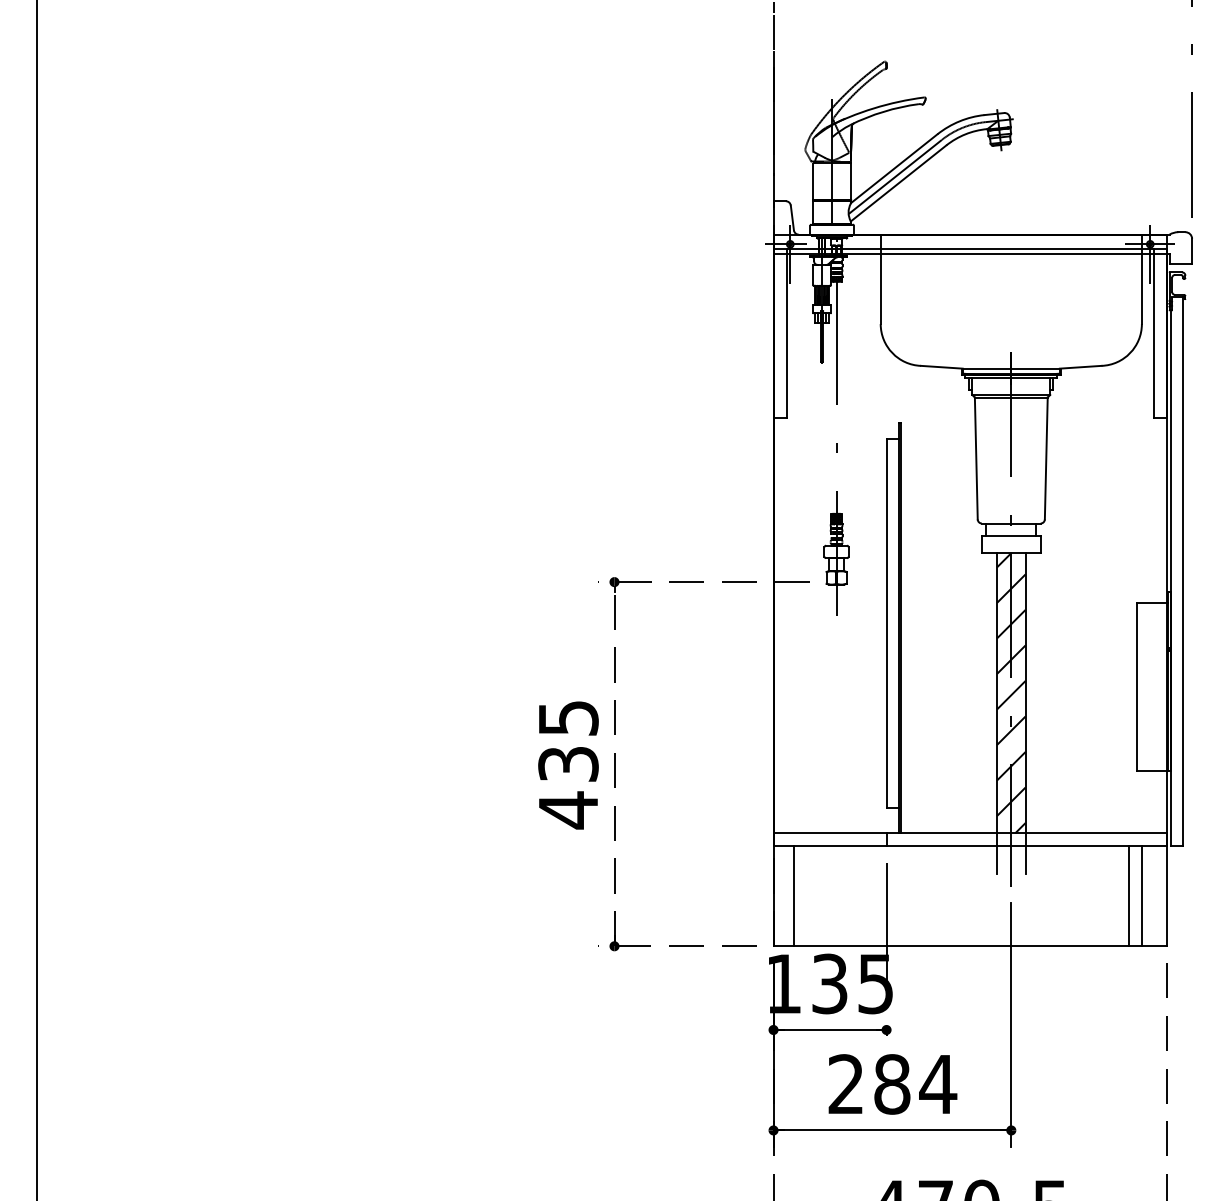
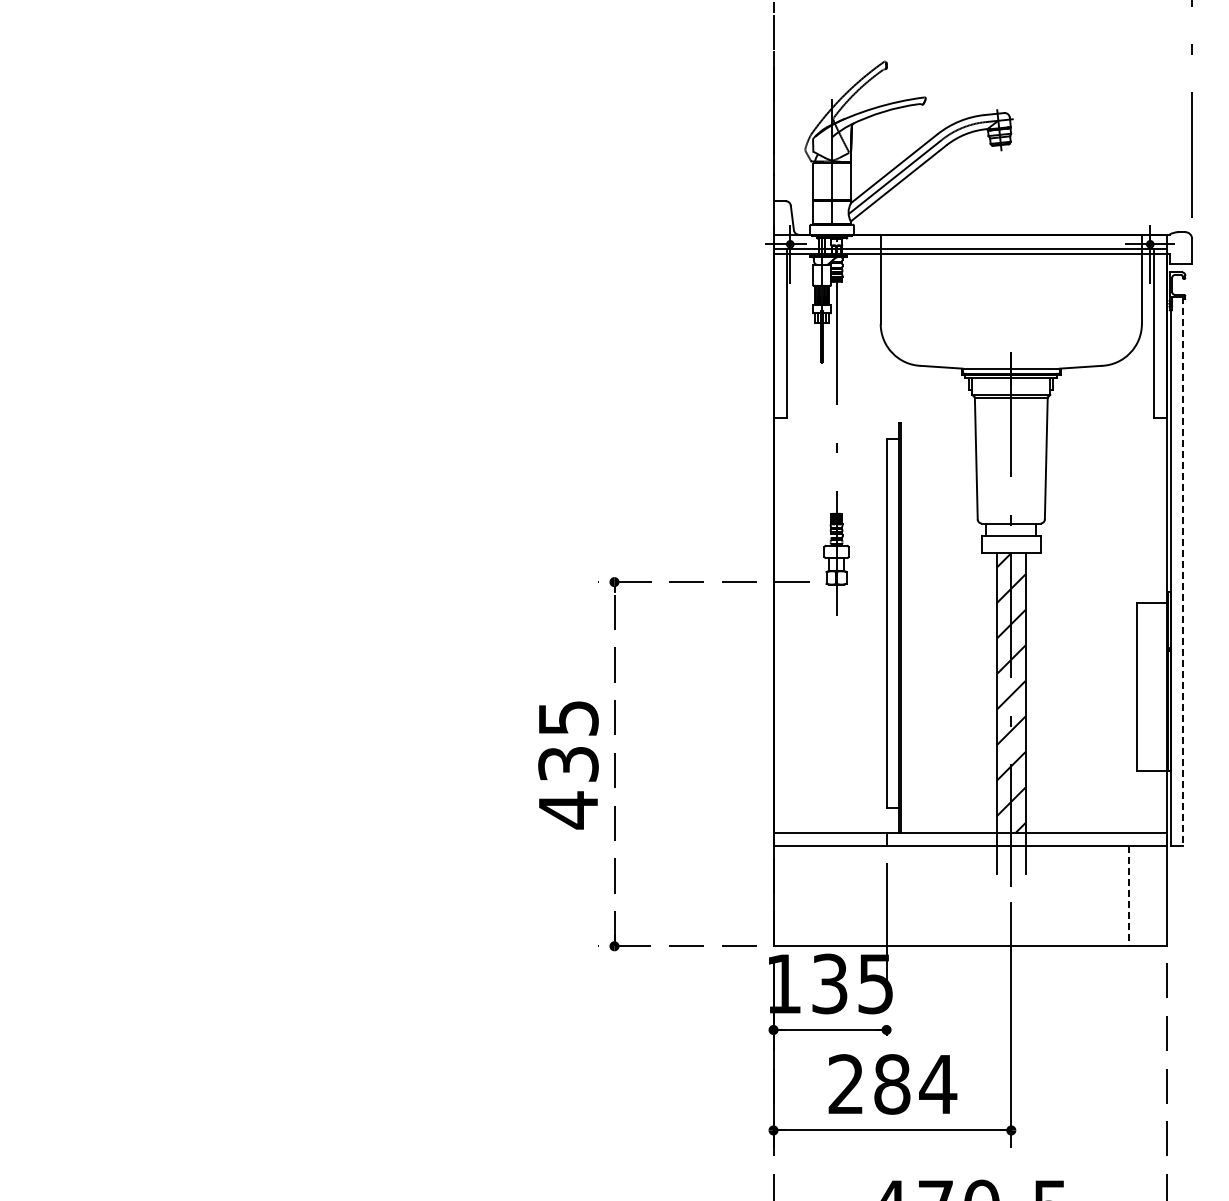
line at (1183, 572): solid -> dashed
line at (36, 599): present -> none
line at (794, 895): present -> none
line at (1141, 895): present -> none
line at (1129, 896): solid -> dashed
